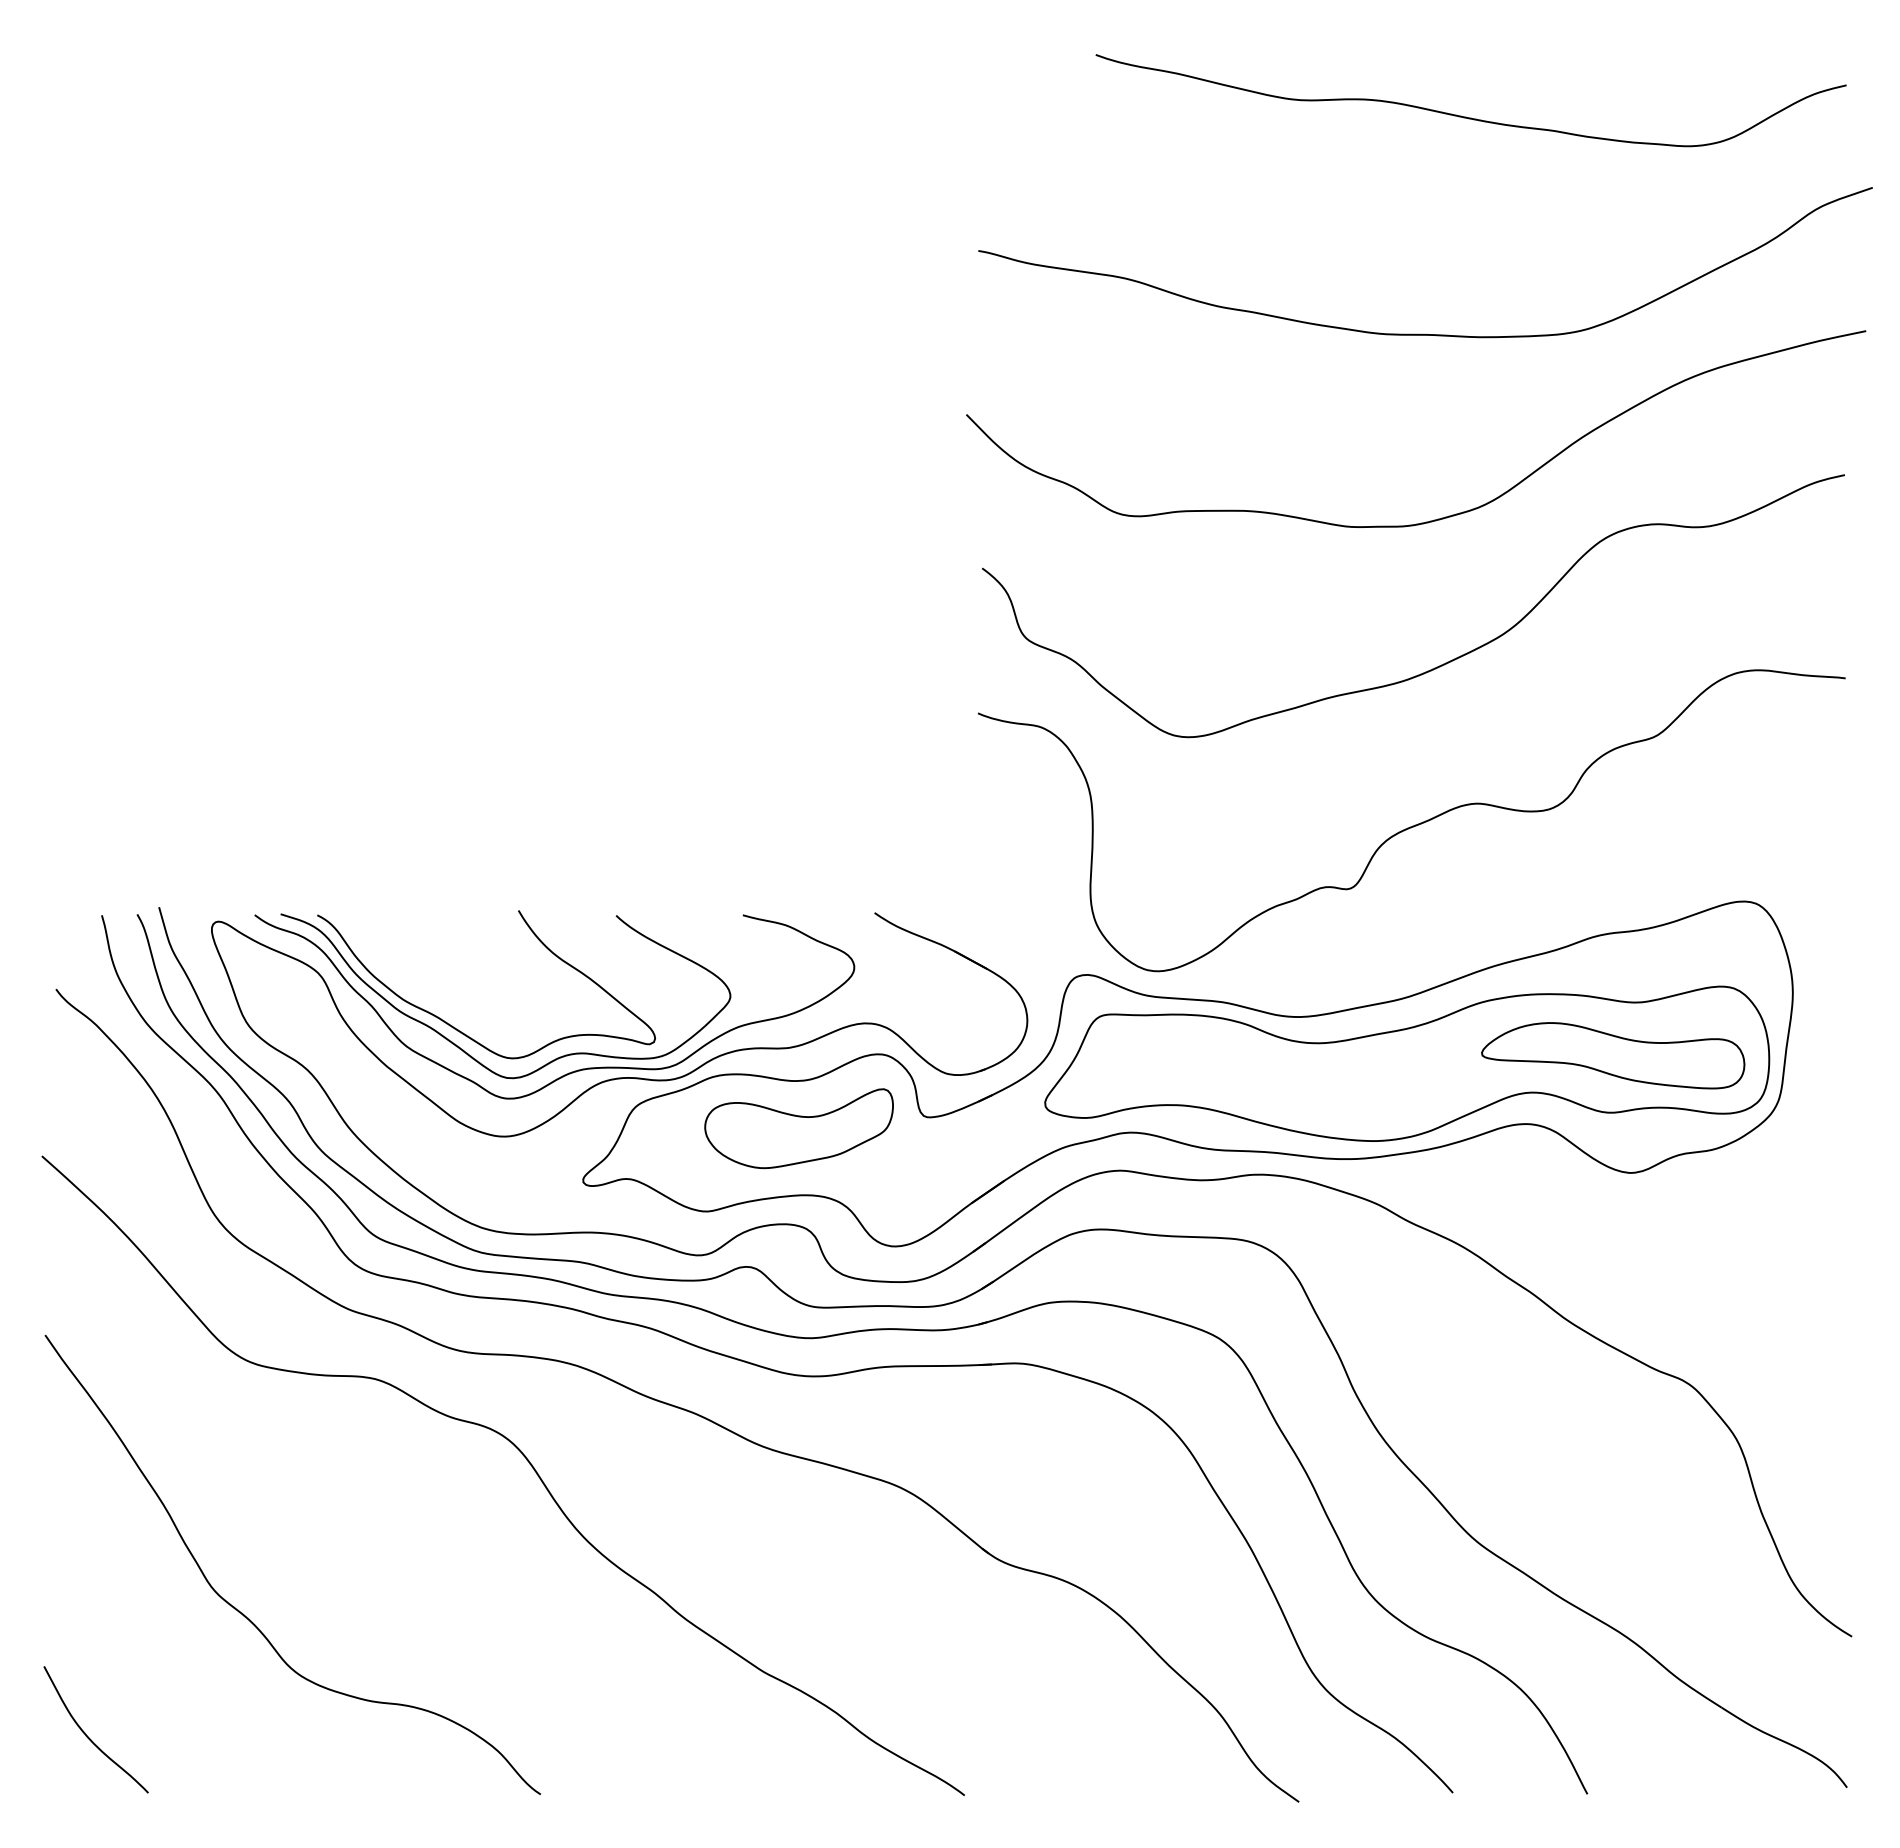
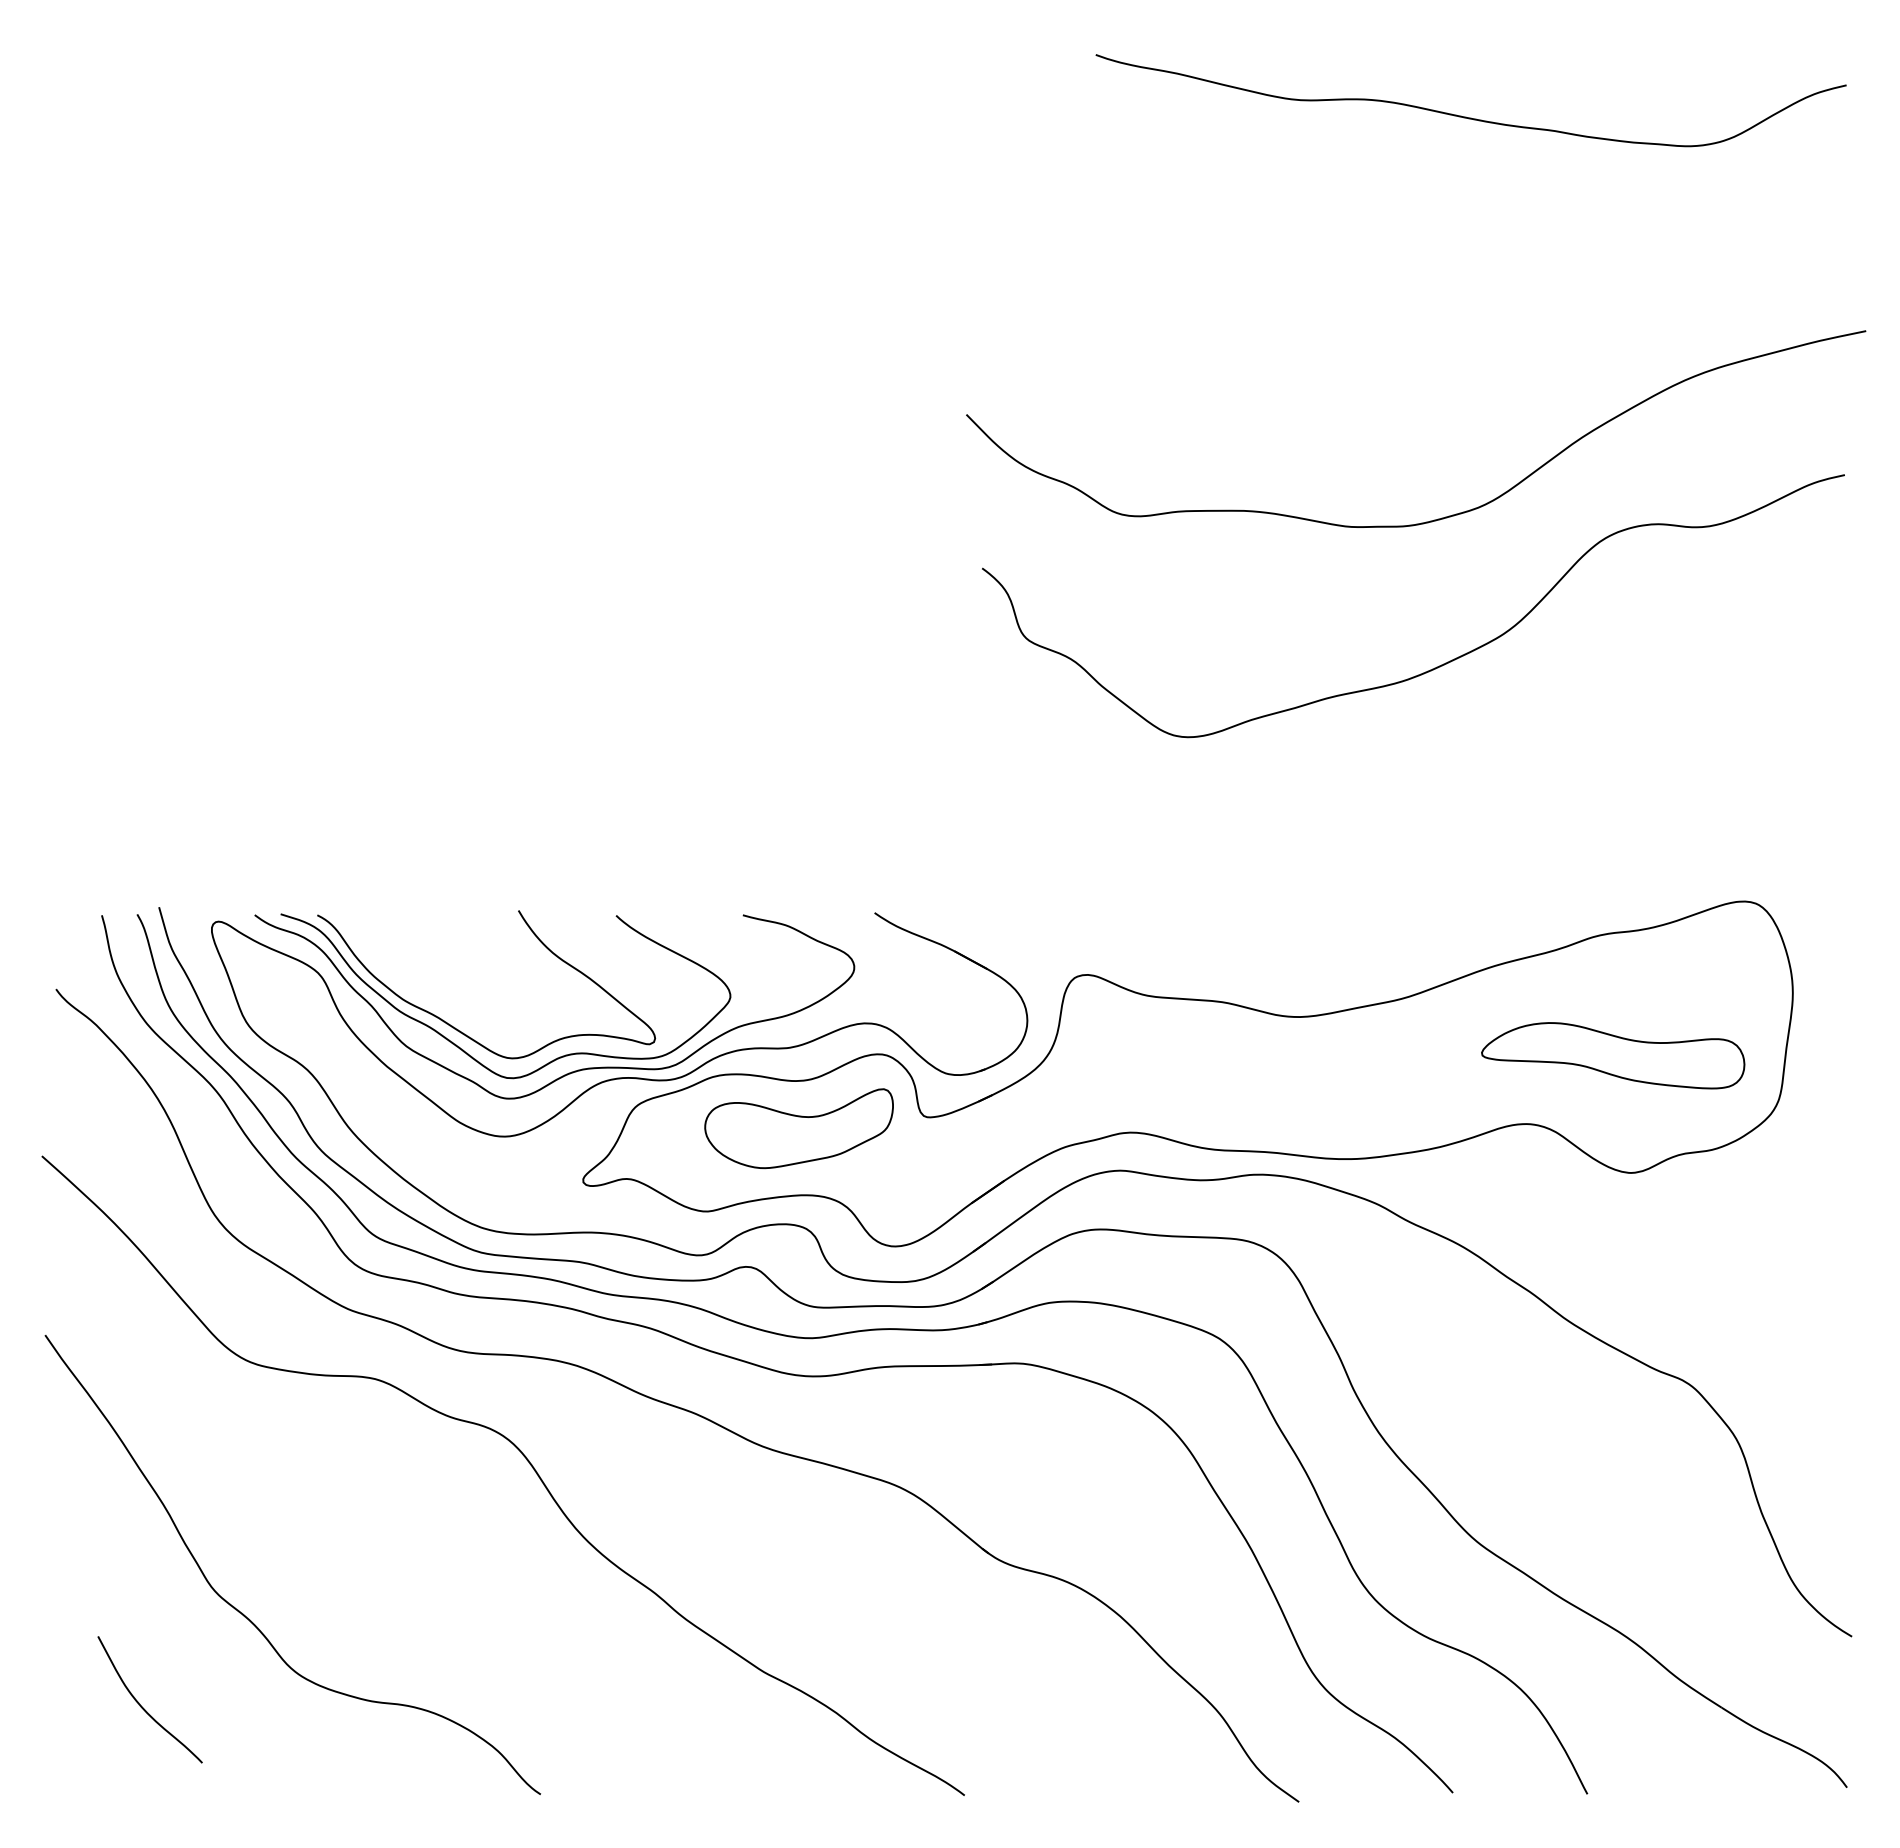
curve at (1423, 333): present -> none
curve at (1412, 825): present -> none
part at (1407, 1063): present -> none
curve at (88, 1736) position: (88, 1736) -> (142, 1706)
